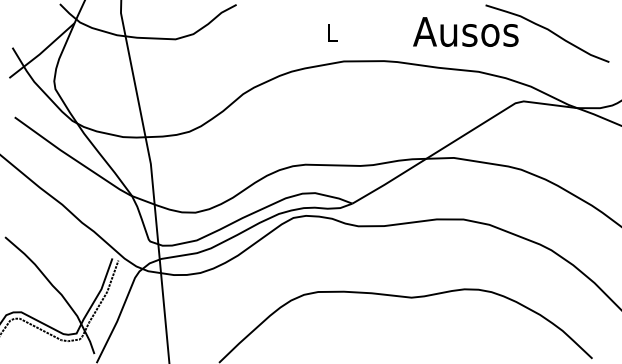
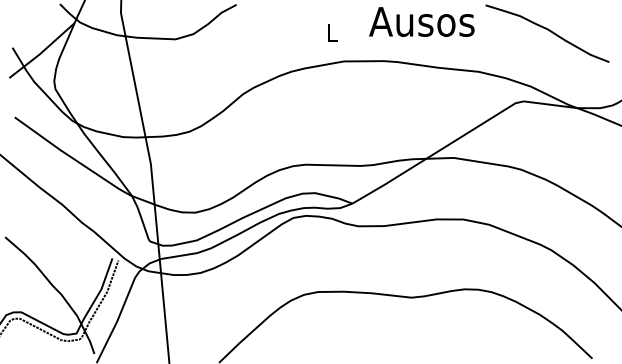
text at (465, 31) position: (465, 31) -> (421, 21)
